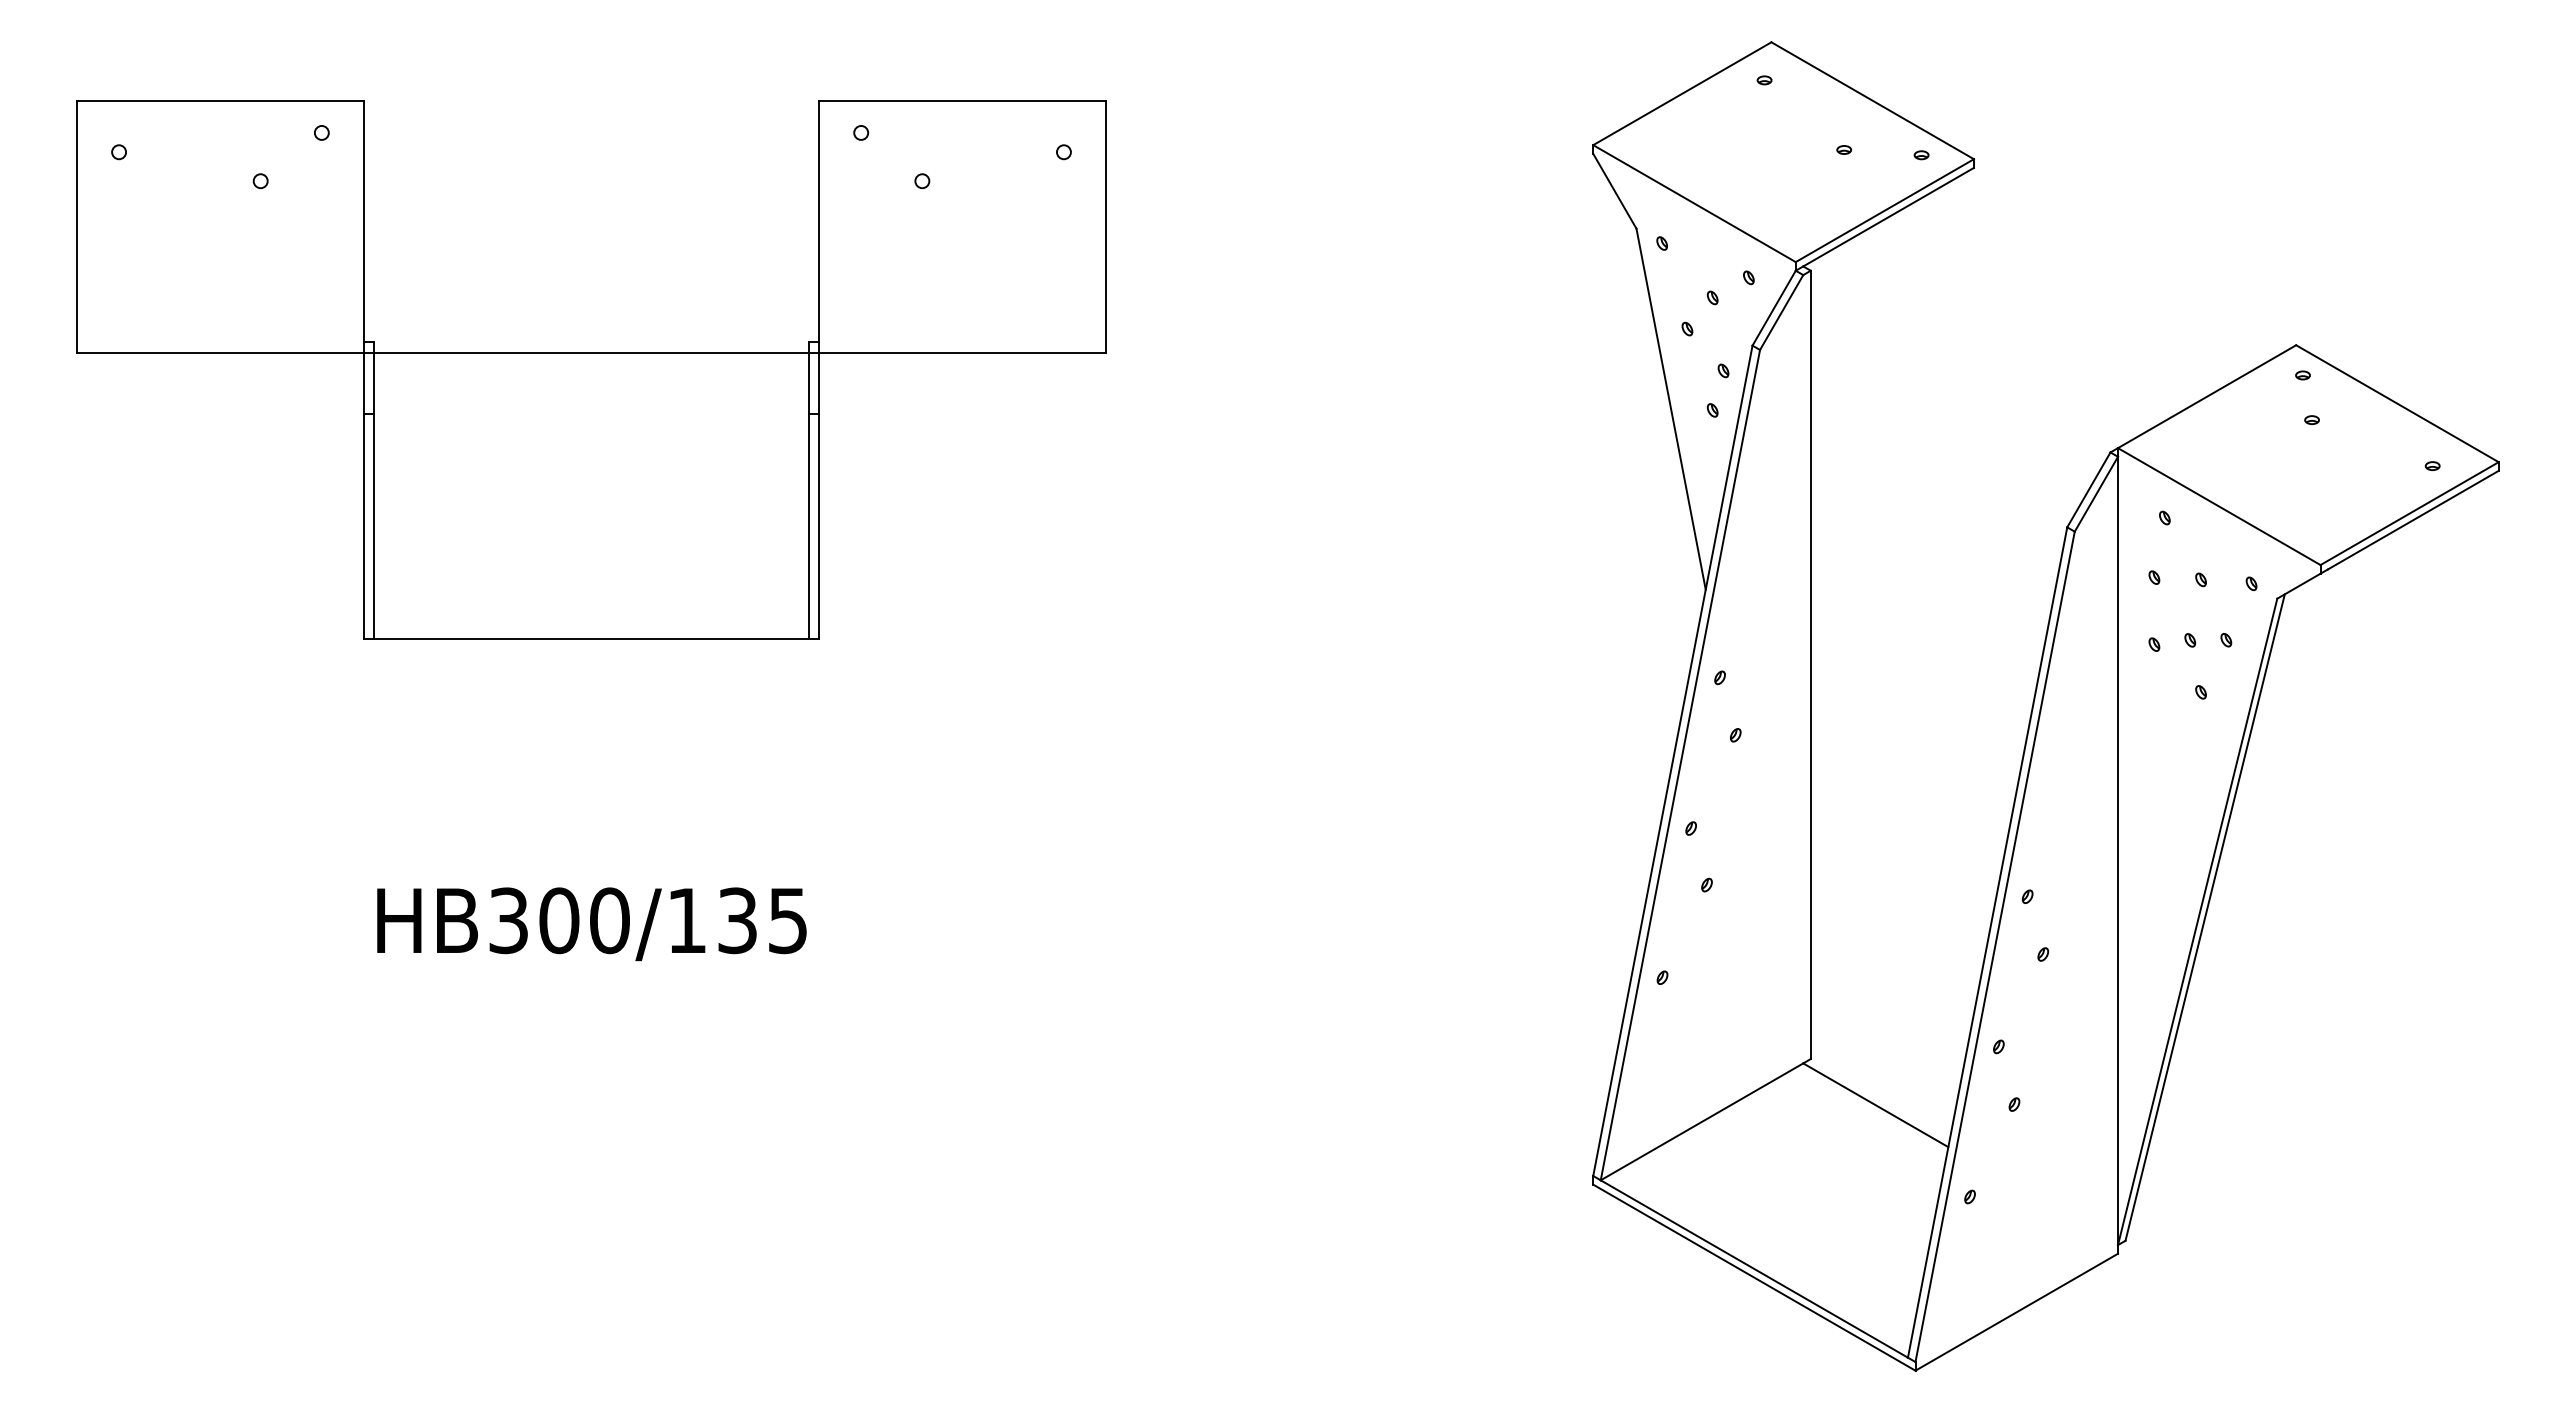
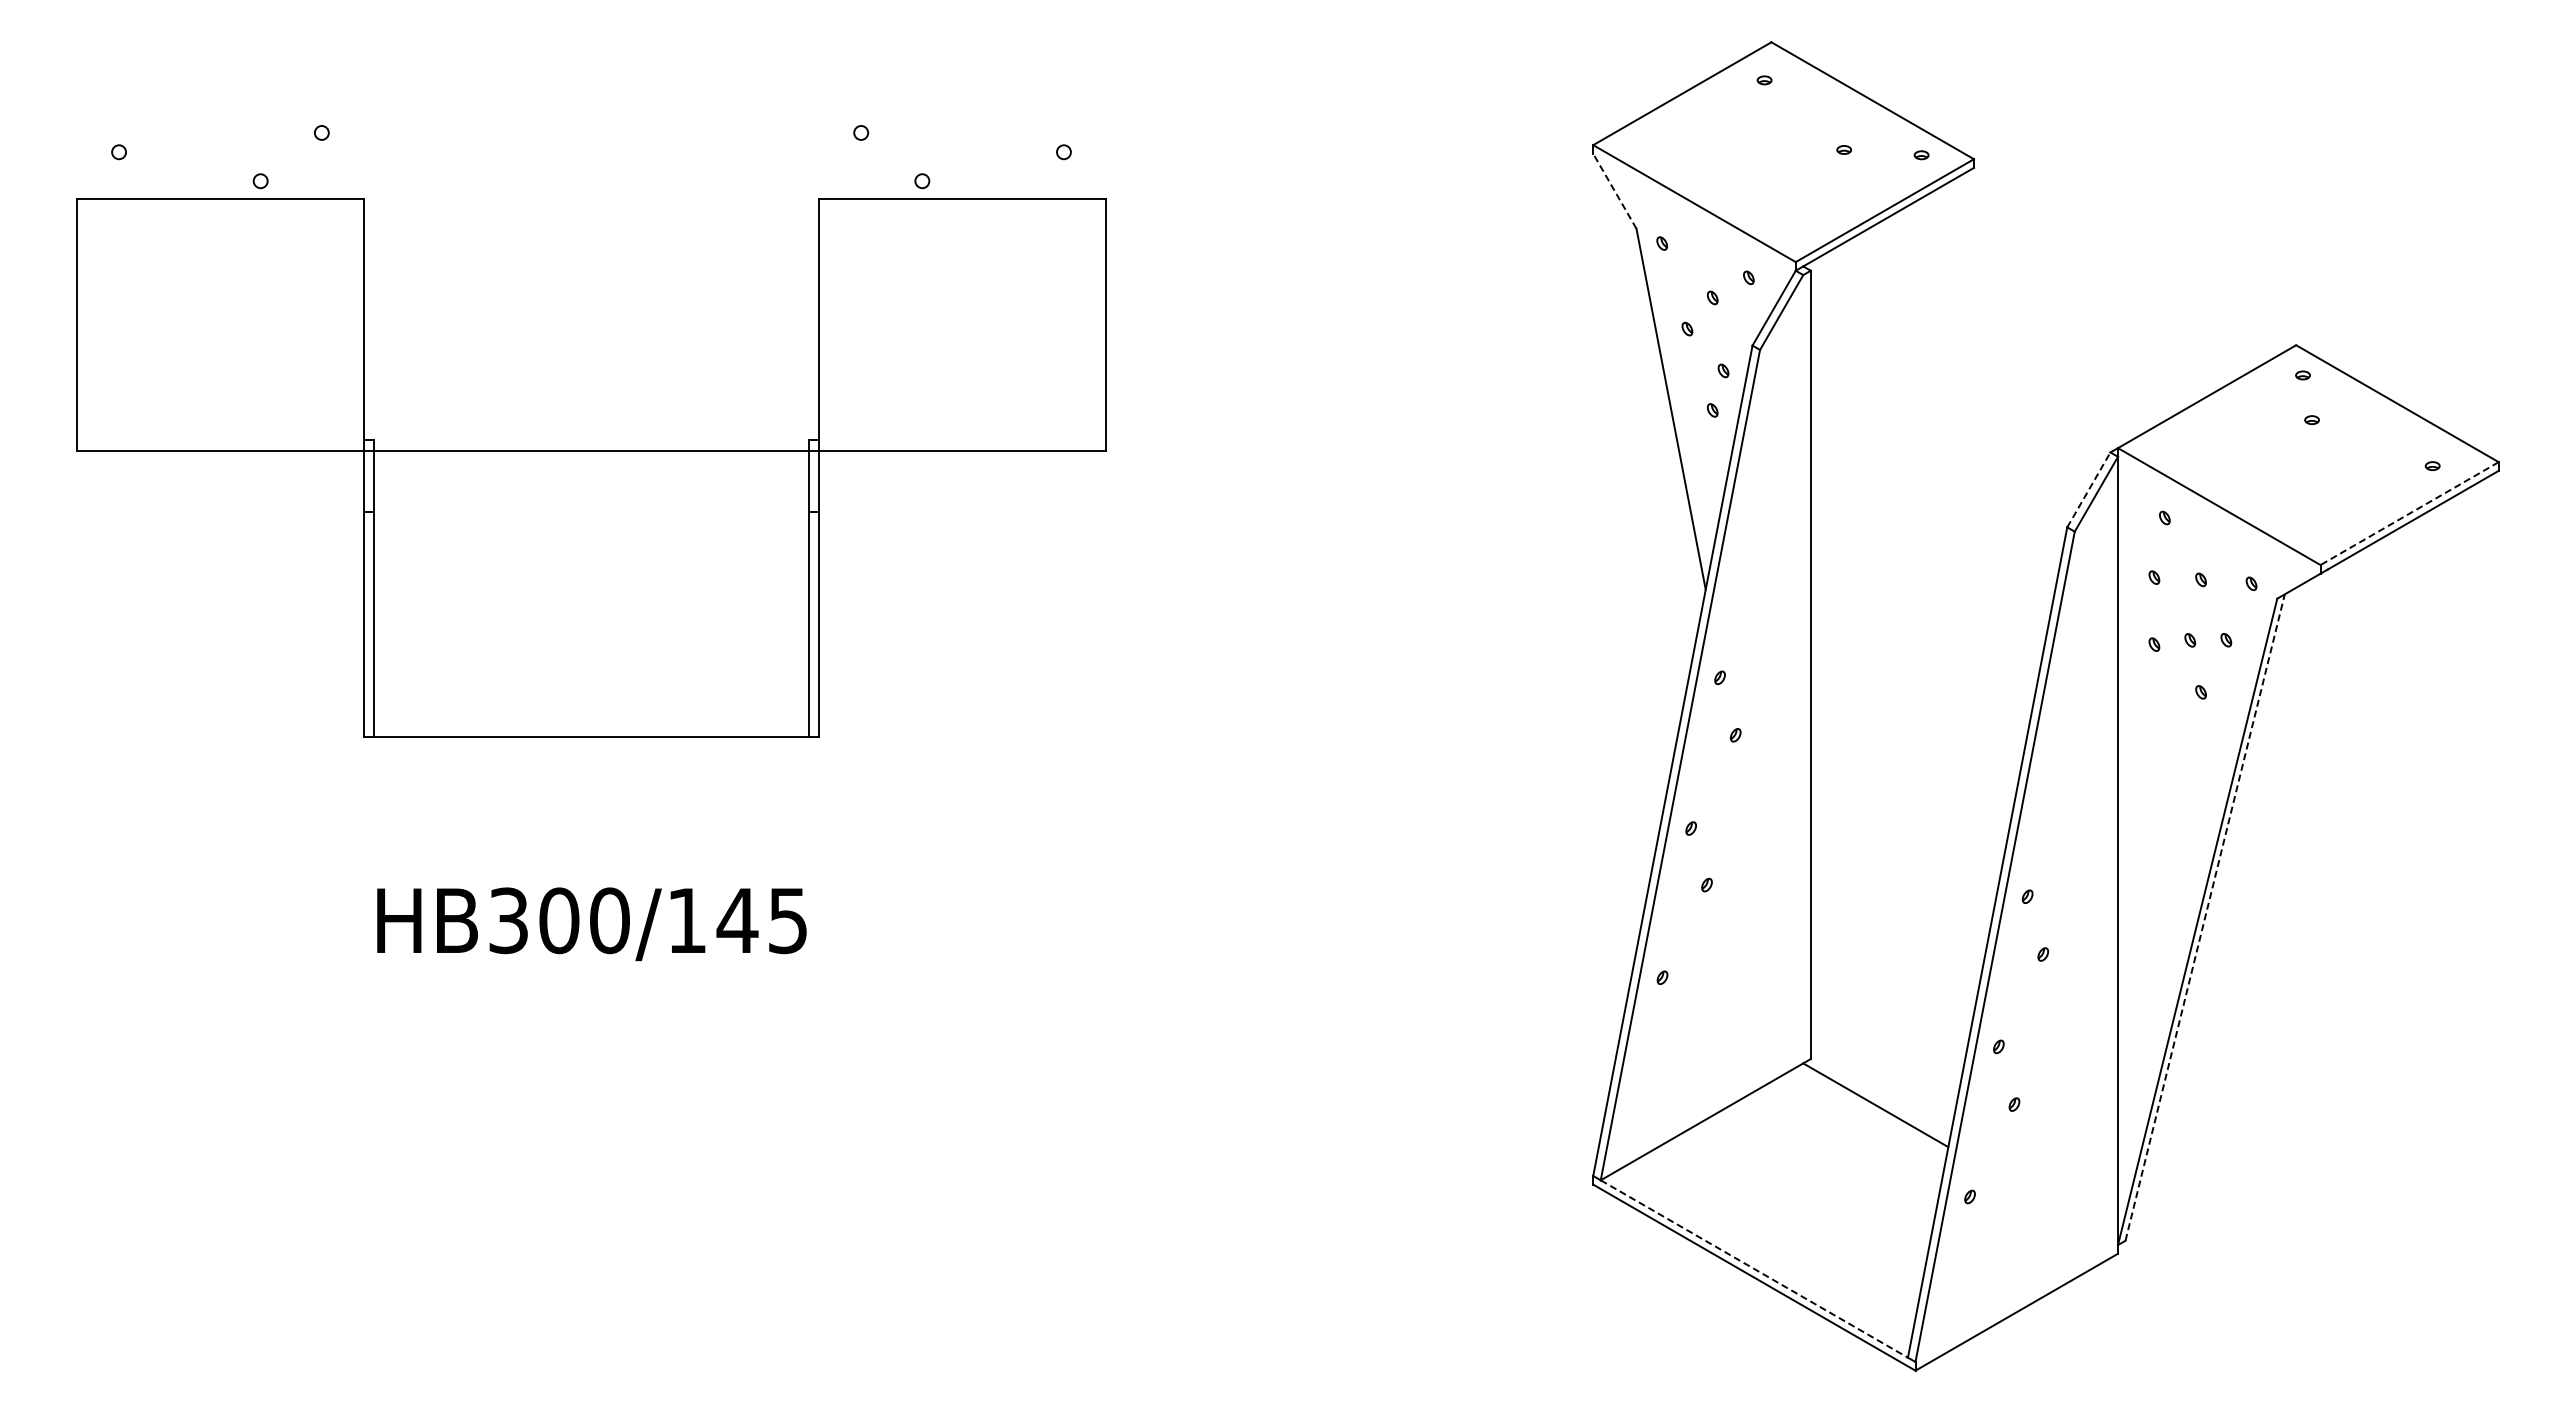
line at (1614, 190): solid -> dashed
part at (591, 369) position: (591, 369) -> (591, 467)
line at (2089, 489): solid -> dashed
line at (2409, 513): solid -> dashed
line at (2205, 917): solid -> dashed
text at (737, 920): HB300/135 -> HB300/145
line at (1754, 1269): solid -> dashed
